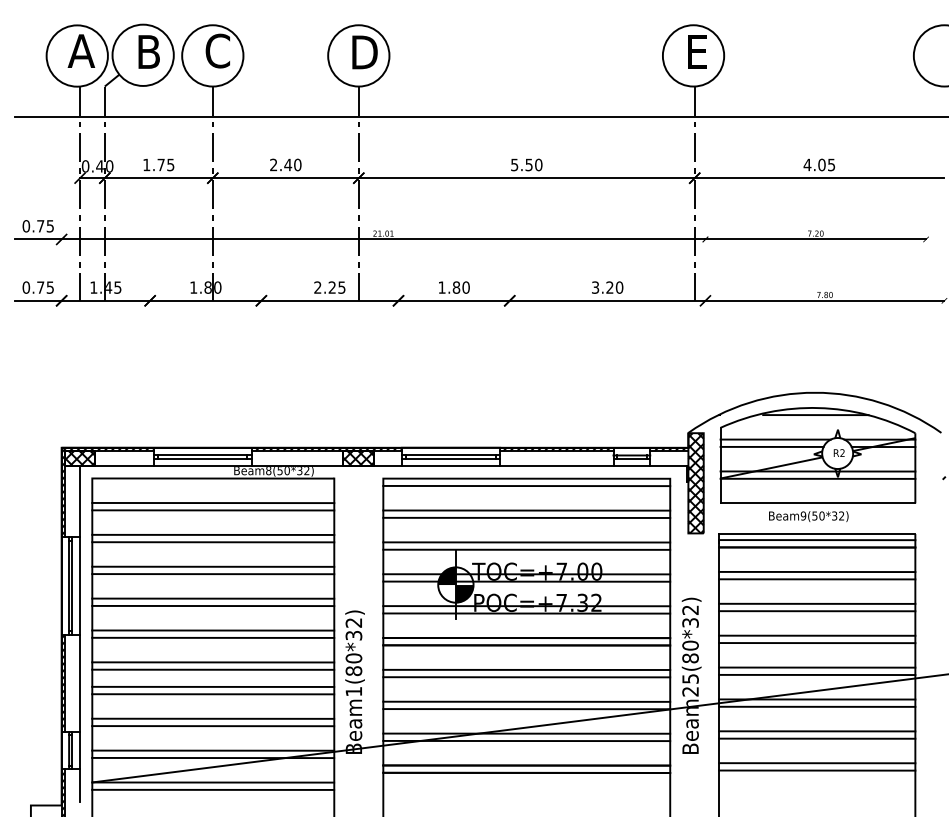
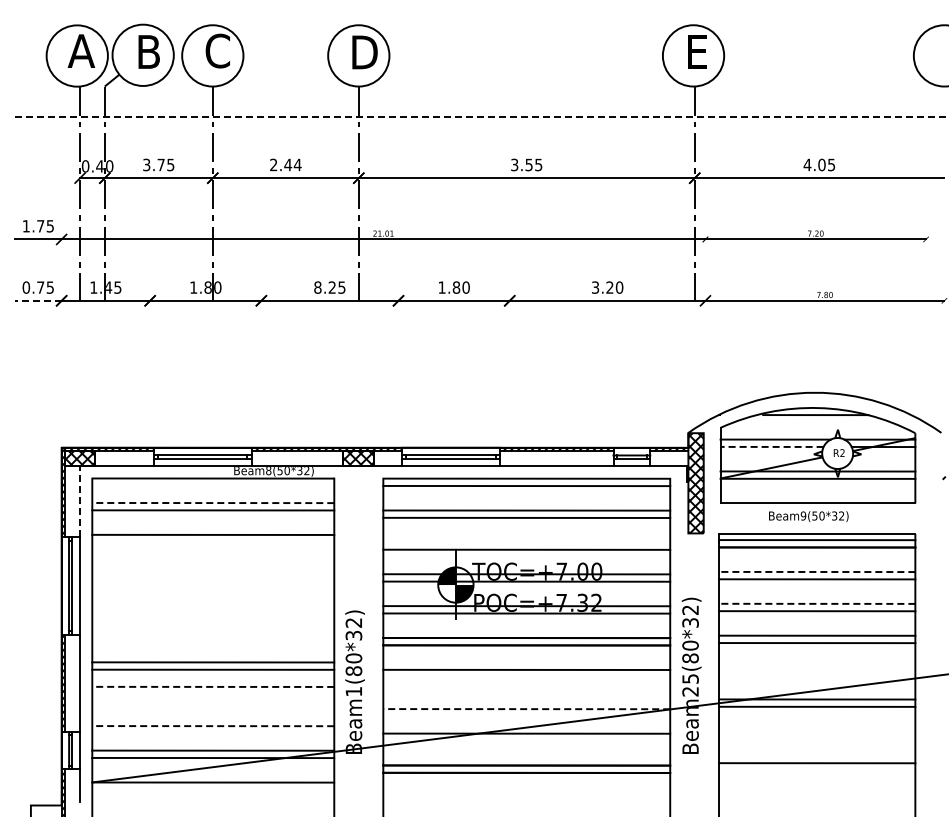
line at (481, 117): solid -> dashed
text at (146, 164): 1.75 -> 3.75
text at (297, 164): 2.40 -> 2.44
text at (526, 164): 5.50 -> 3.55
text at (26, 226): 0.75 -> 1.75
text at (317, 287): 2.25 -> 8.25
line at (37, 300): solid -> dashed
line at (772, 446): solid -> dashed
line at (80, 501): solid -> dashed
line at (213, 503): solid -> dashed
line at (213, 542): present -> none
line at (526, 542): present -> none
line at (213, 566): present -> none
line at (816, 571): solid -> dashed
line at (213, 574): present -> none
line at (213, 598): present -> none
line at (816, 603): solid -> dashed
line at (213, 605): present -> none
line at (213, 630): present -> none
line at (213, 637): present -> none
line at (817, 667): present -> none
line at (817, 674): present -> none
line at (526, 677): present -> none
line at (213, 686): solid -> dashed
line at (213, 694): present -> none
line at (526, 701): present -> none
line at (526, 709): solid -> dashed
line at (213, 718): present -> none
line at (213, 726): solid -> dashed
line at (817, 731): present -> none
line at (817, 738): present -> none
line at (526, 740): present -> none
line at (817, 770): present -> none
line at (213, 789): present -> none
